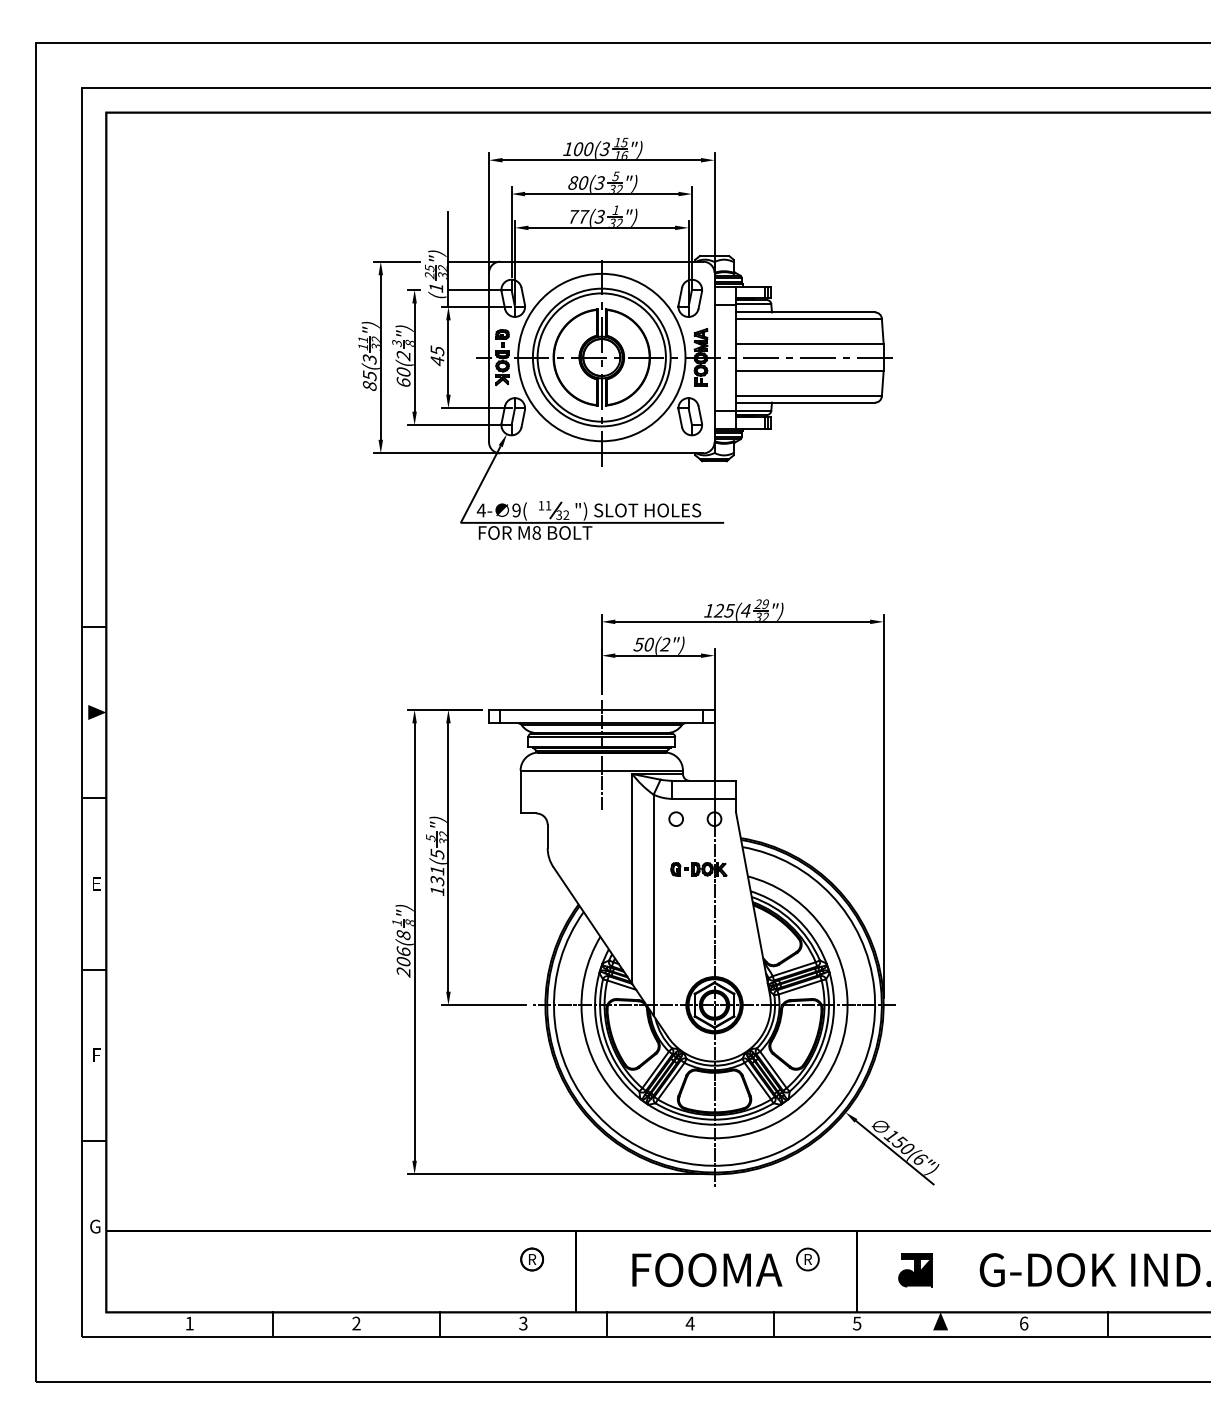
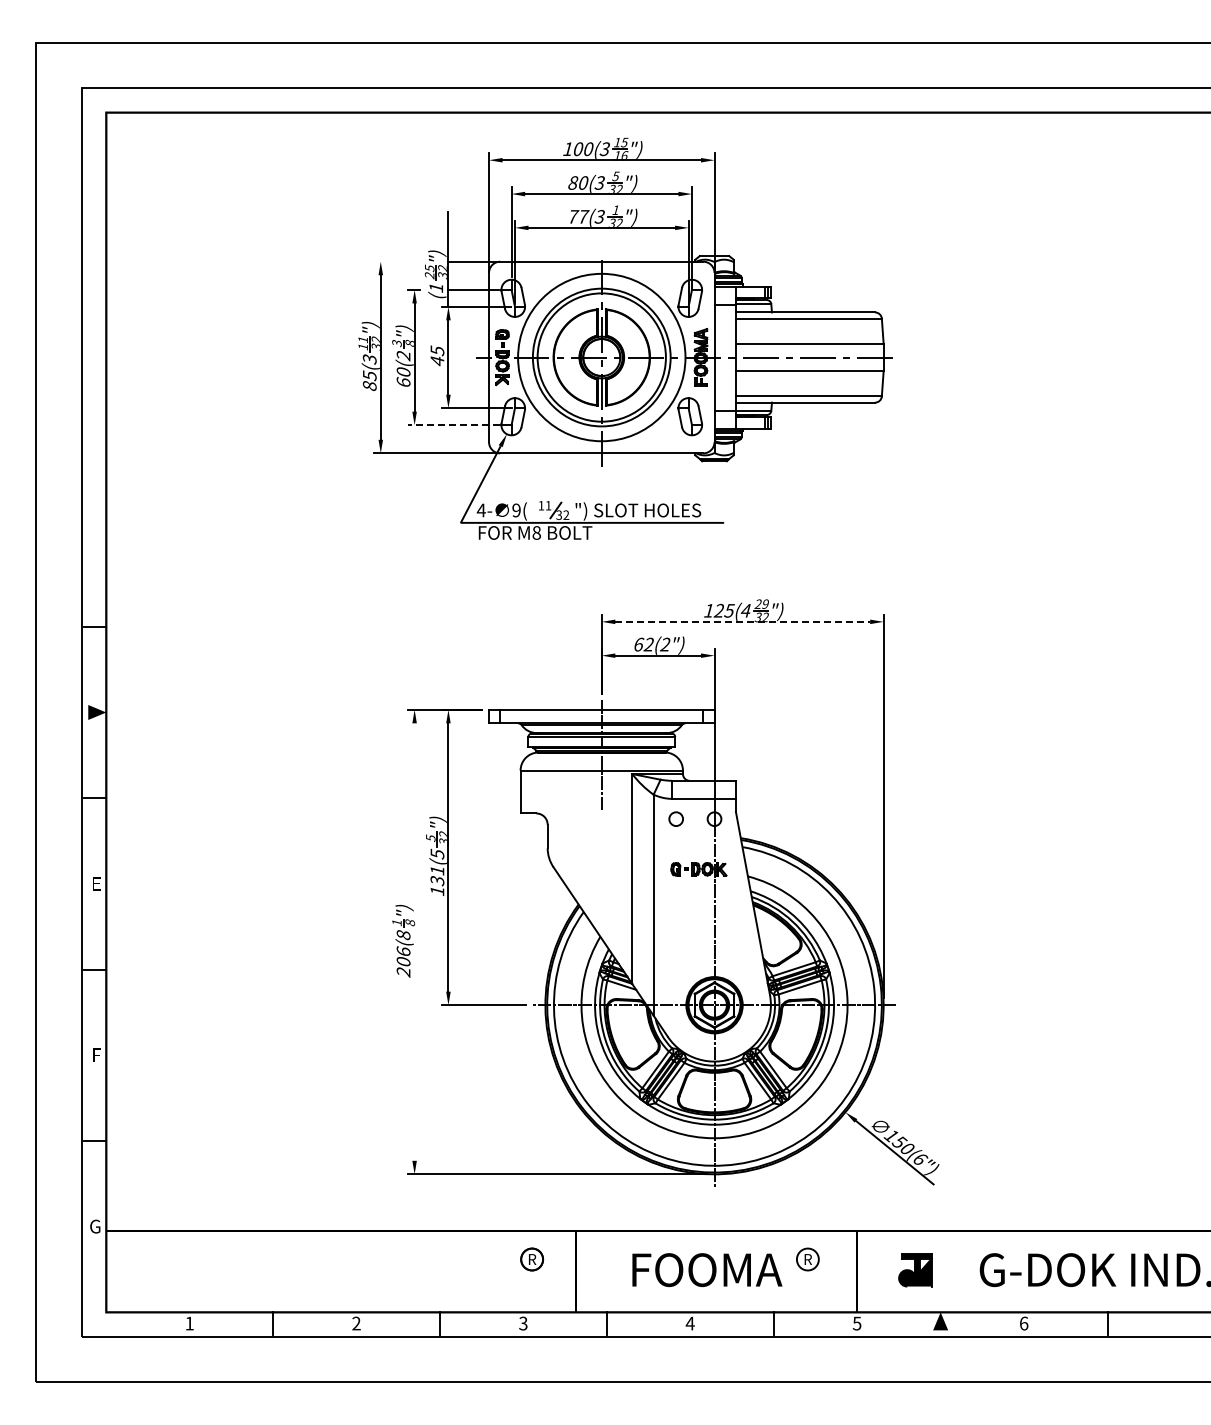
line at (397, 261): present -> none
line at (453, 425): solid -> dashed
line at (743, 621): solid -> dashed
text at (643, 644): 50(2") -> 62(2")
line at (414, 941): present -> none
